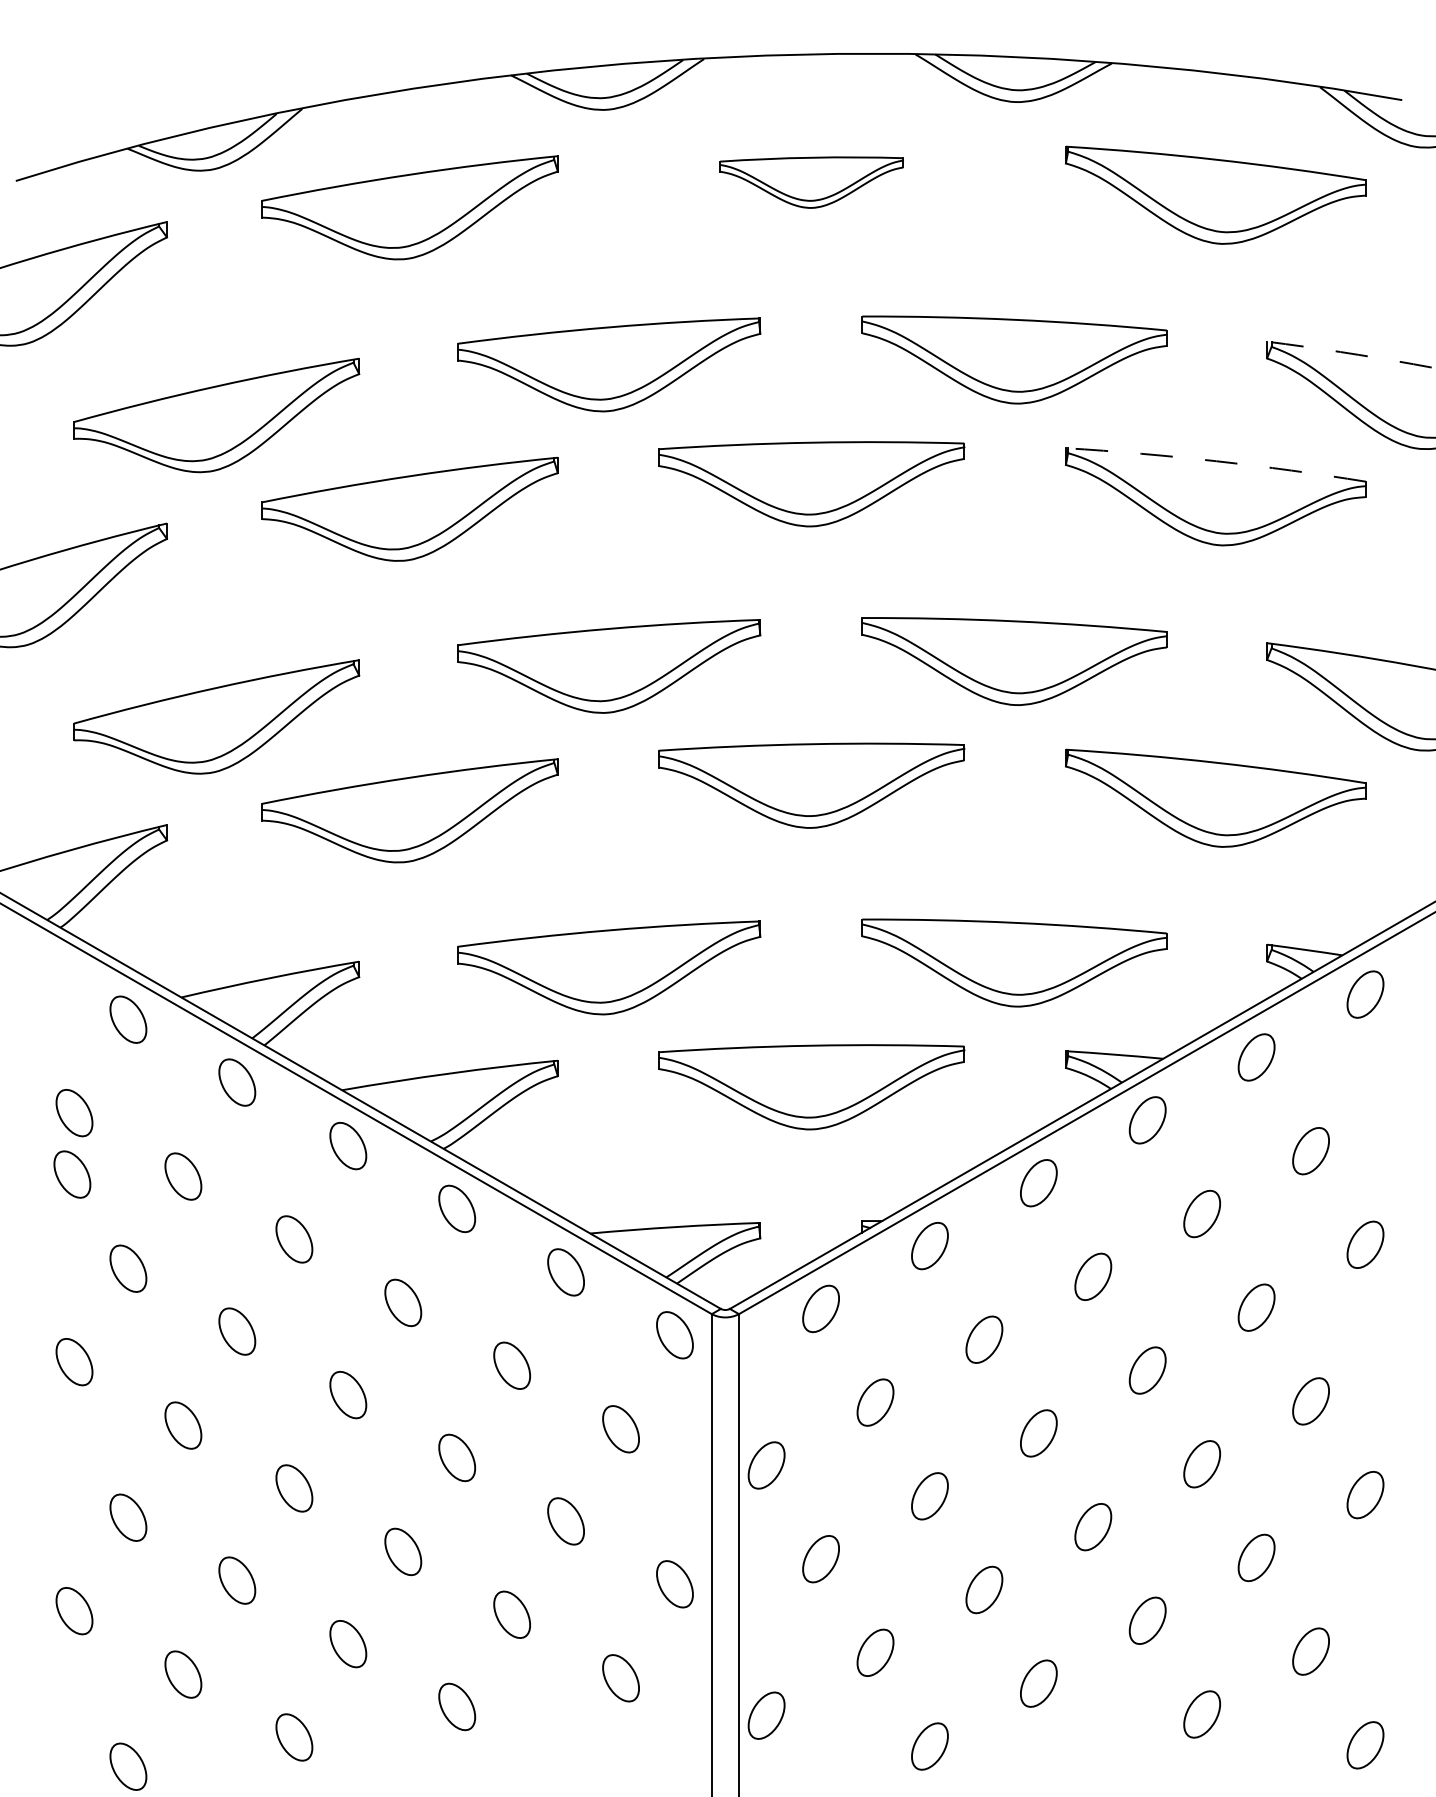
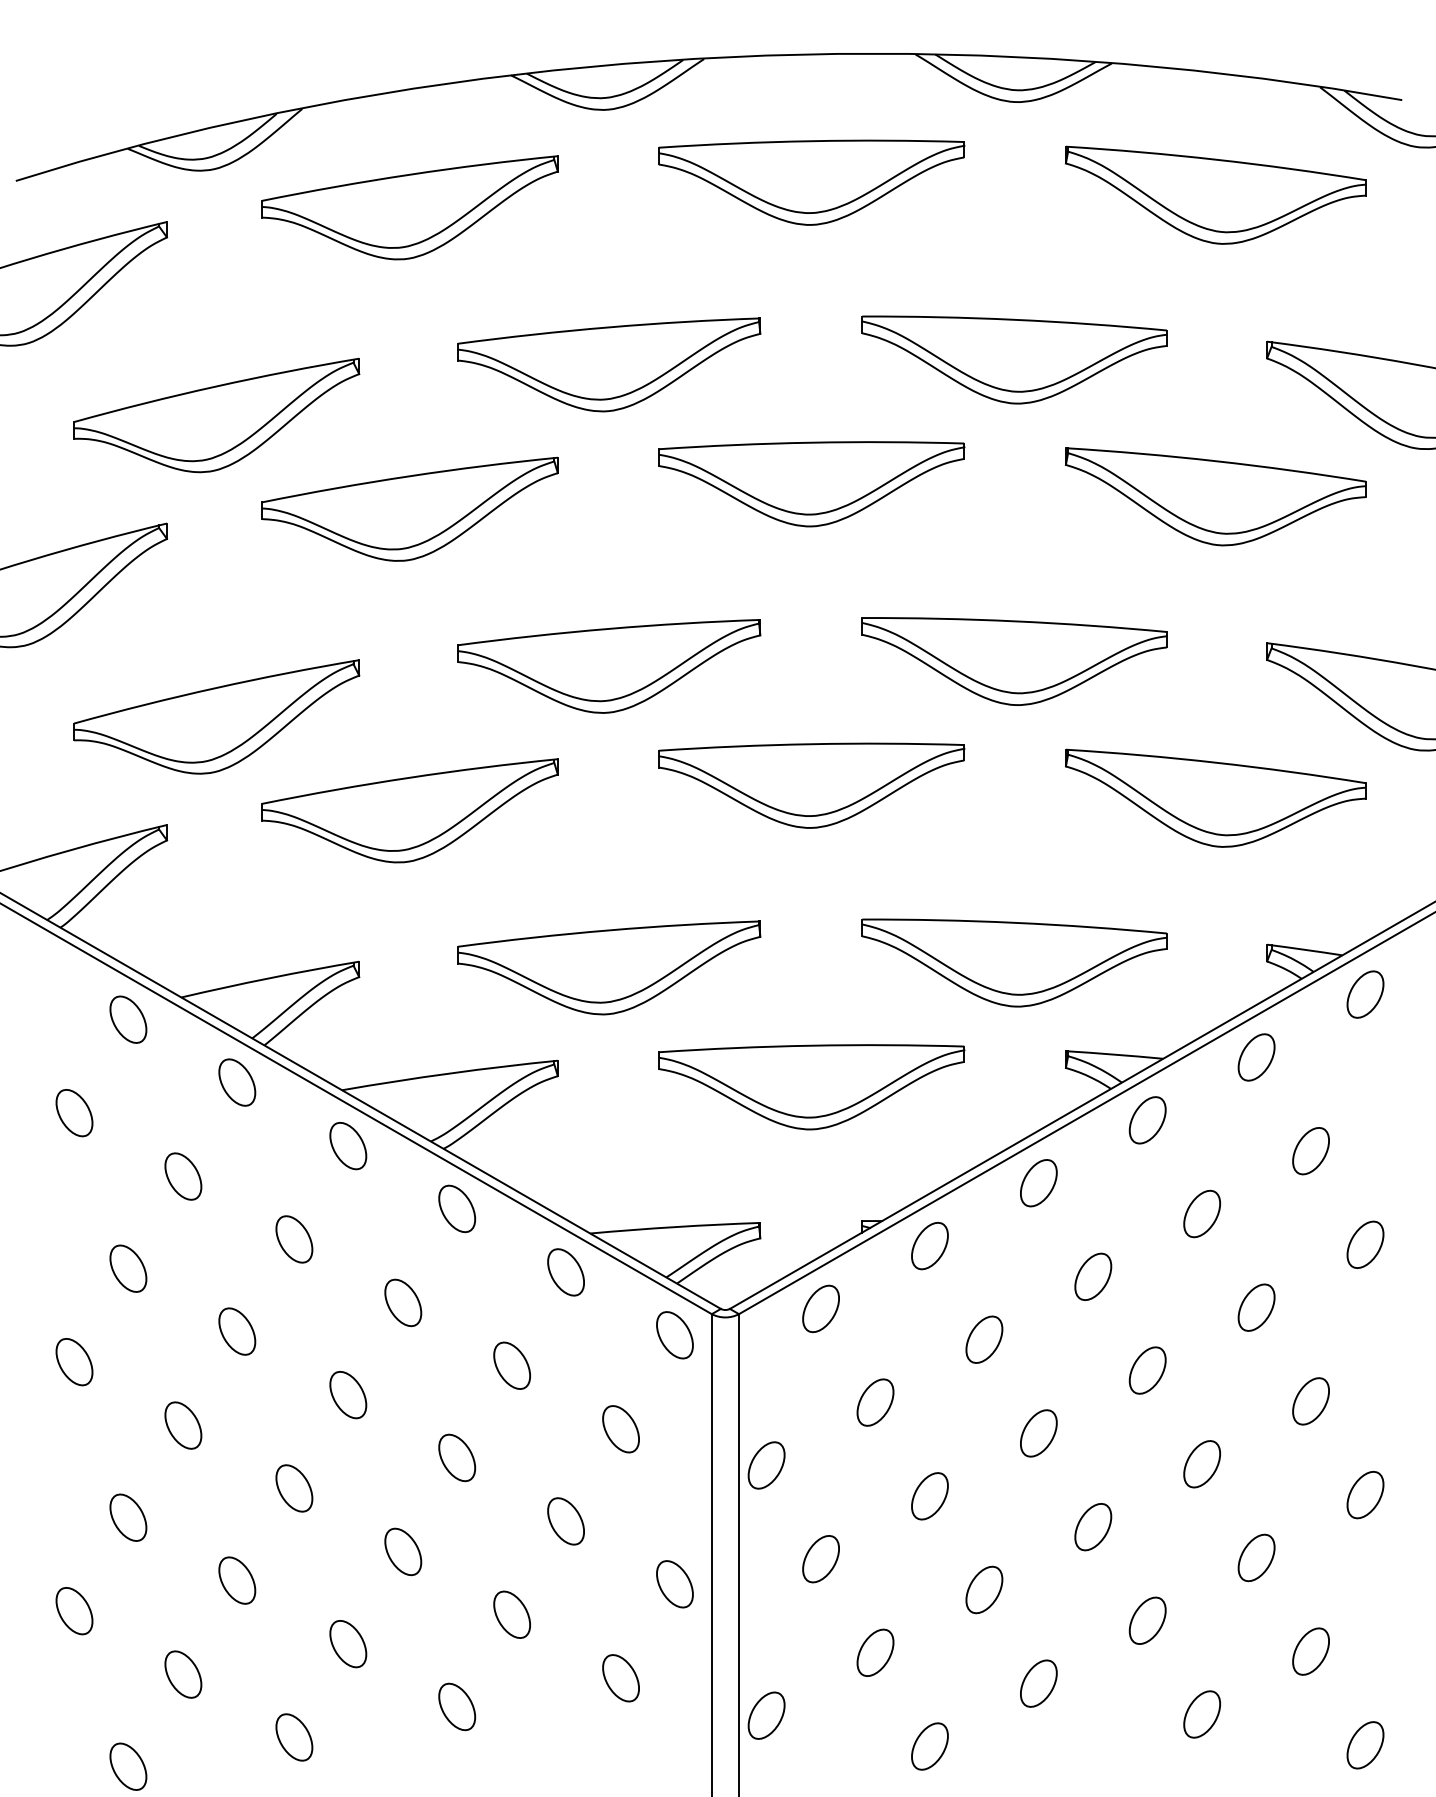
part at (811, 182) size: 185x53 px -> 308x87 px
arc at (1351, 353): dashed -> solid
arc at (1216, 461): dashed -> solid
part at (72, 1174): present -> none
